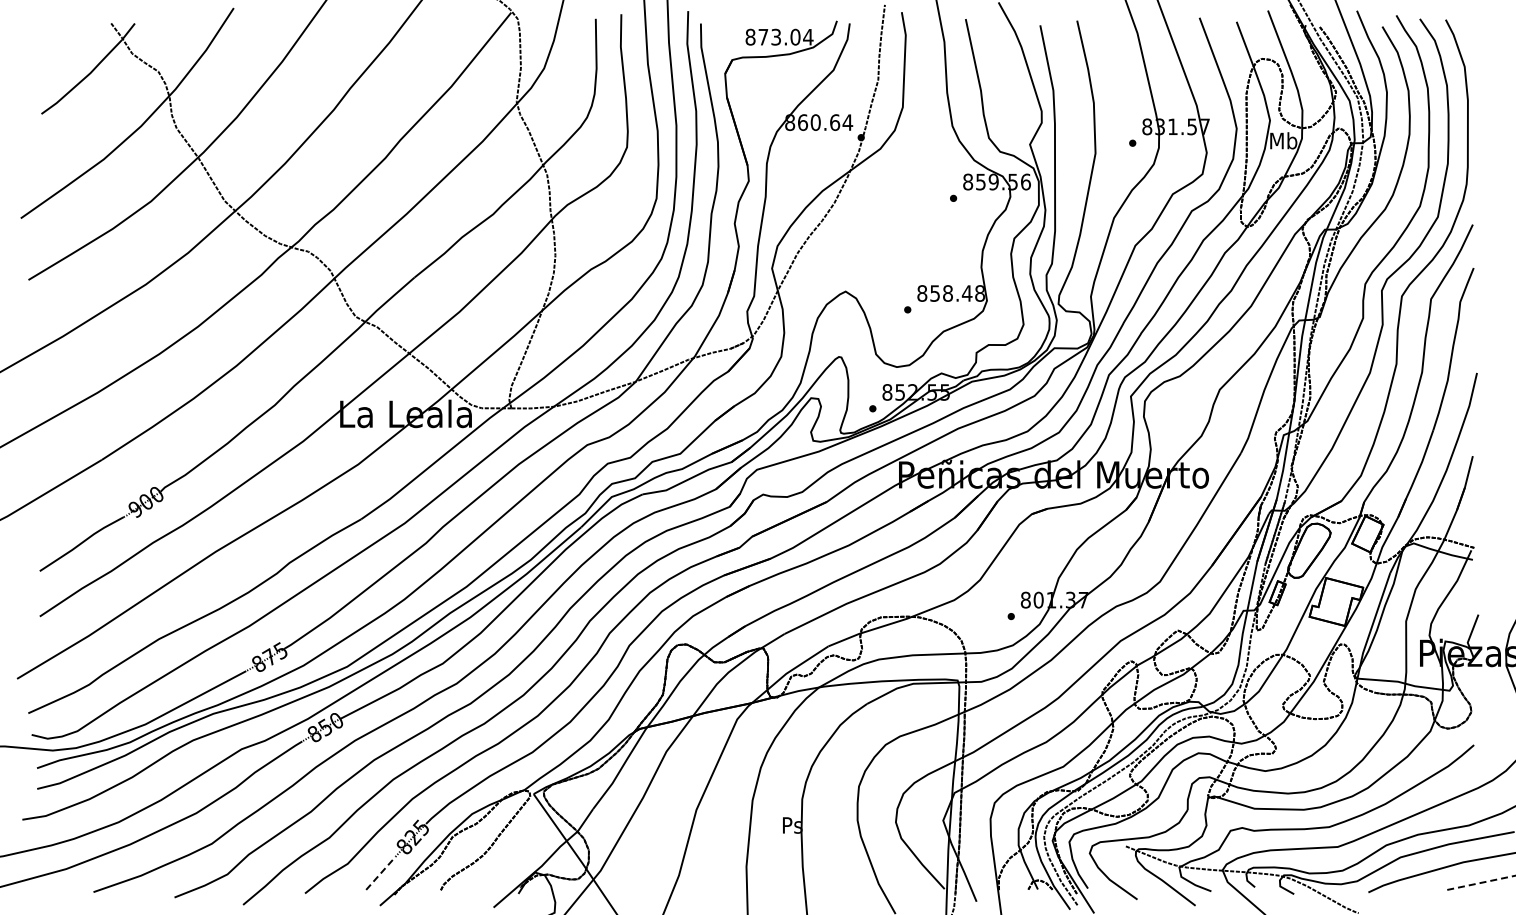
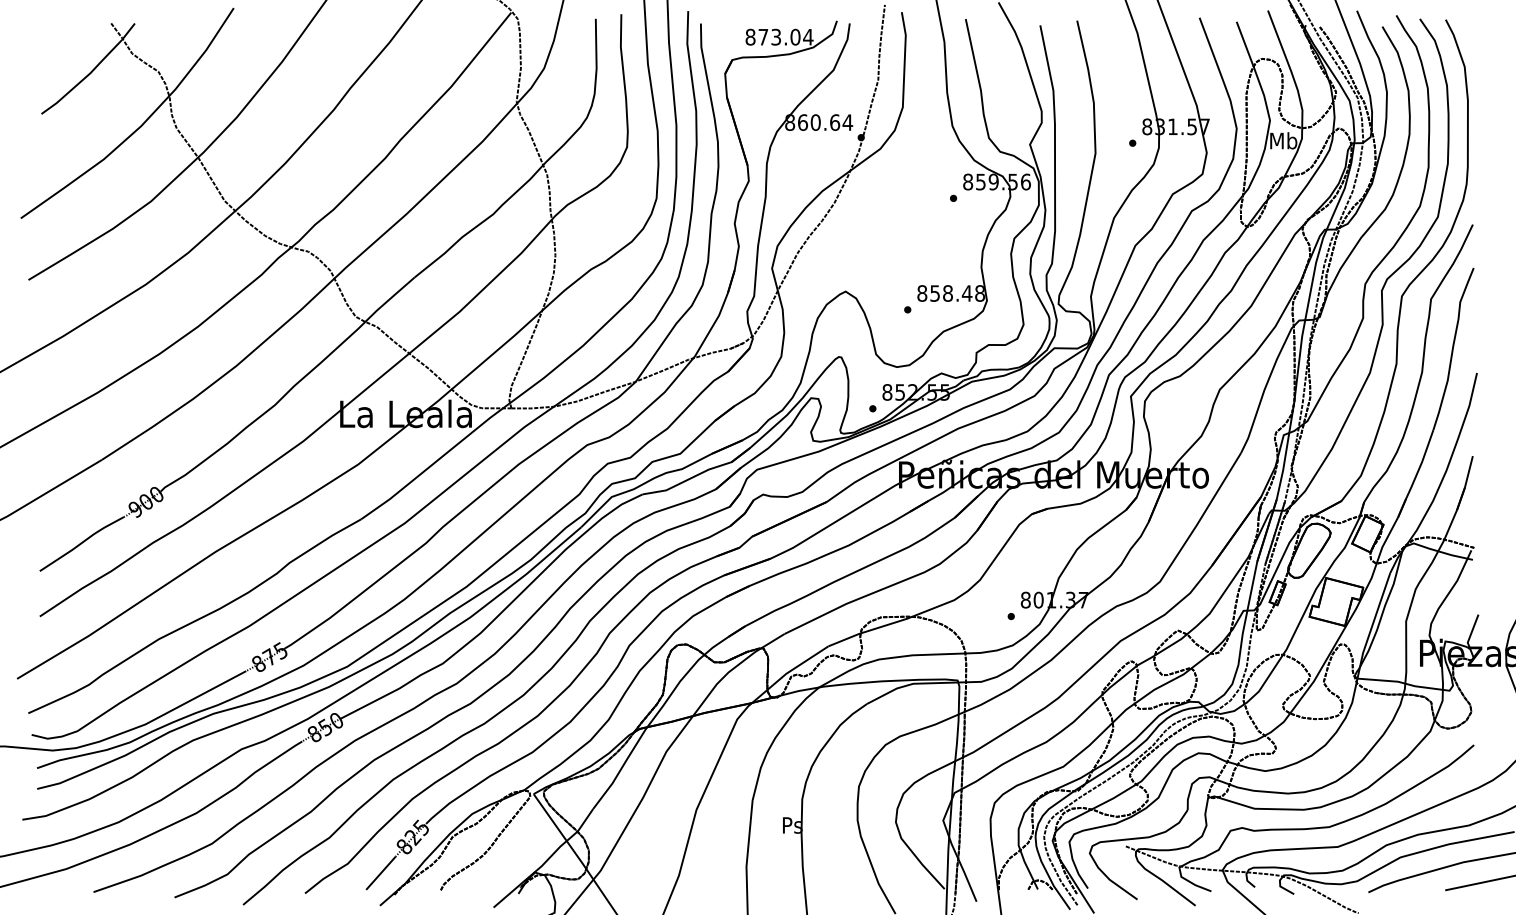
line at (381, 873): dashed -> solid
line at (1480, 883): dashed -> solid
